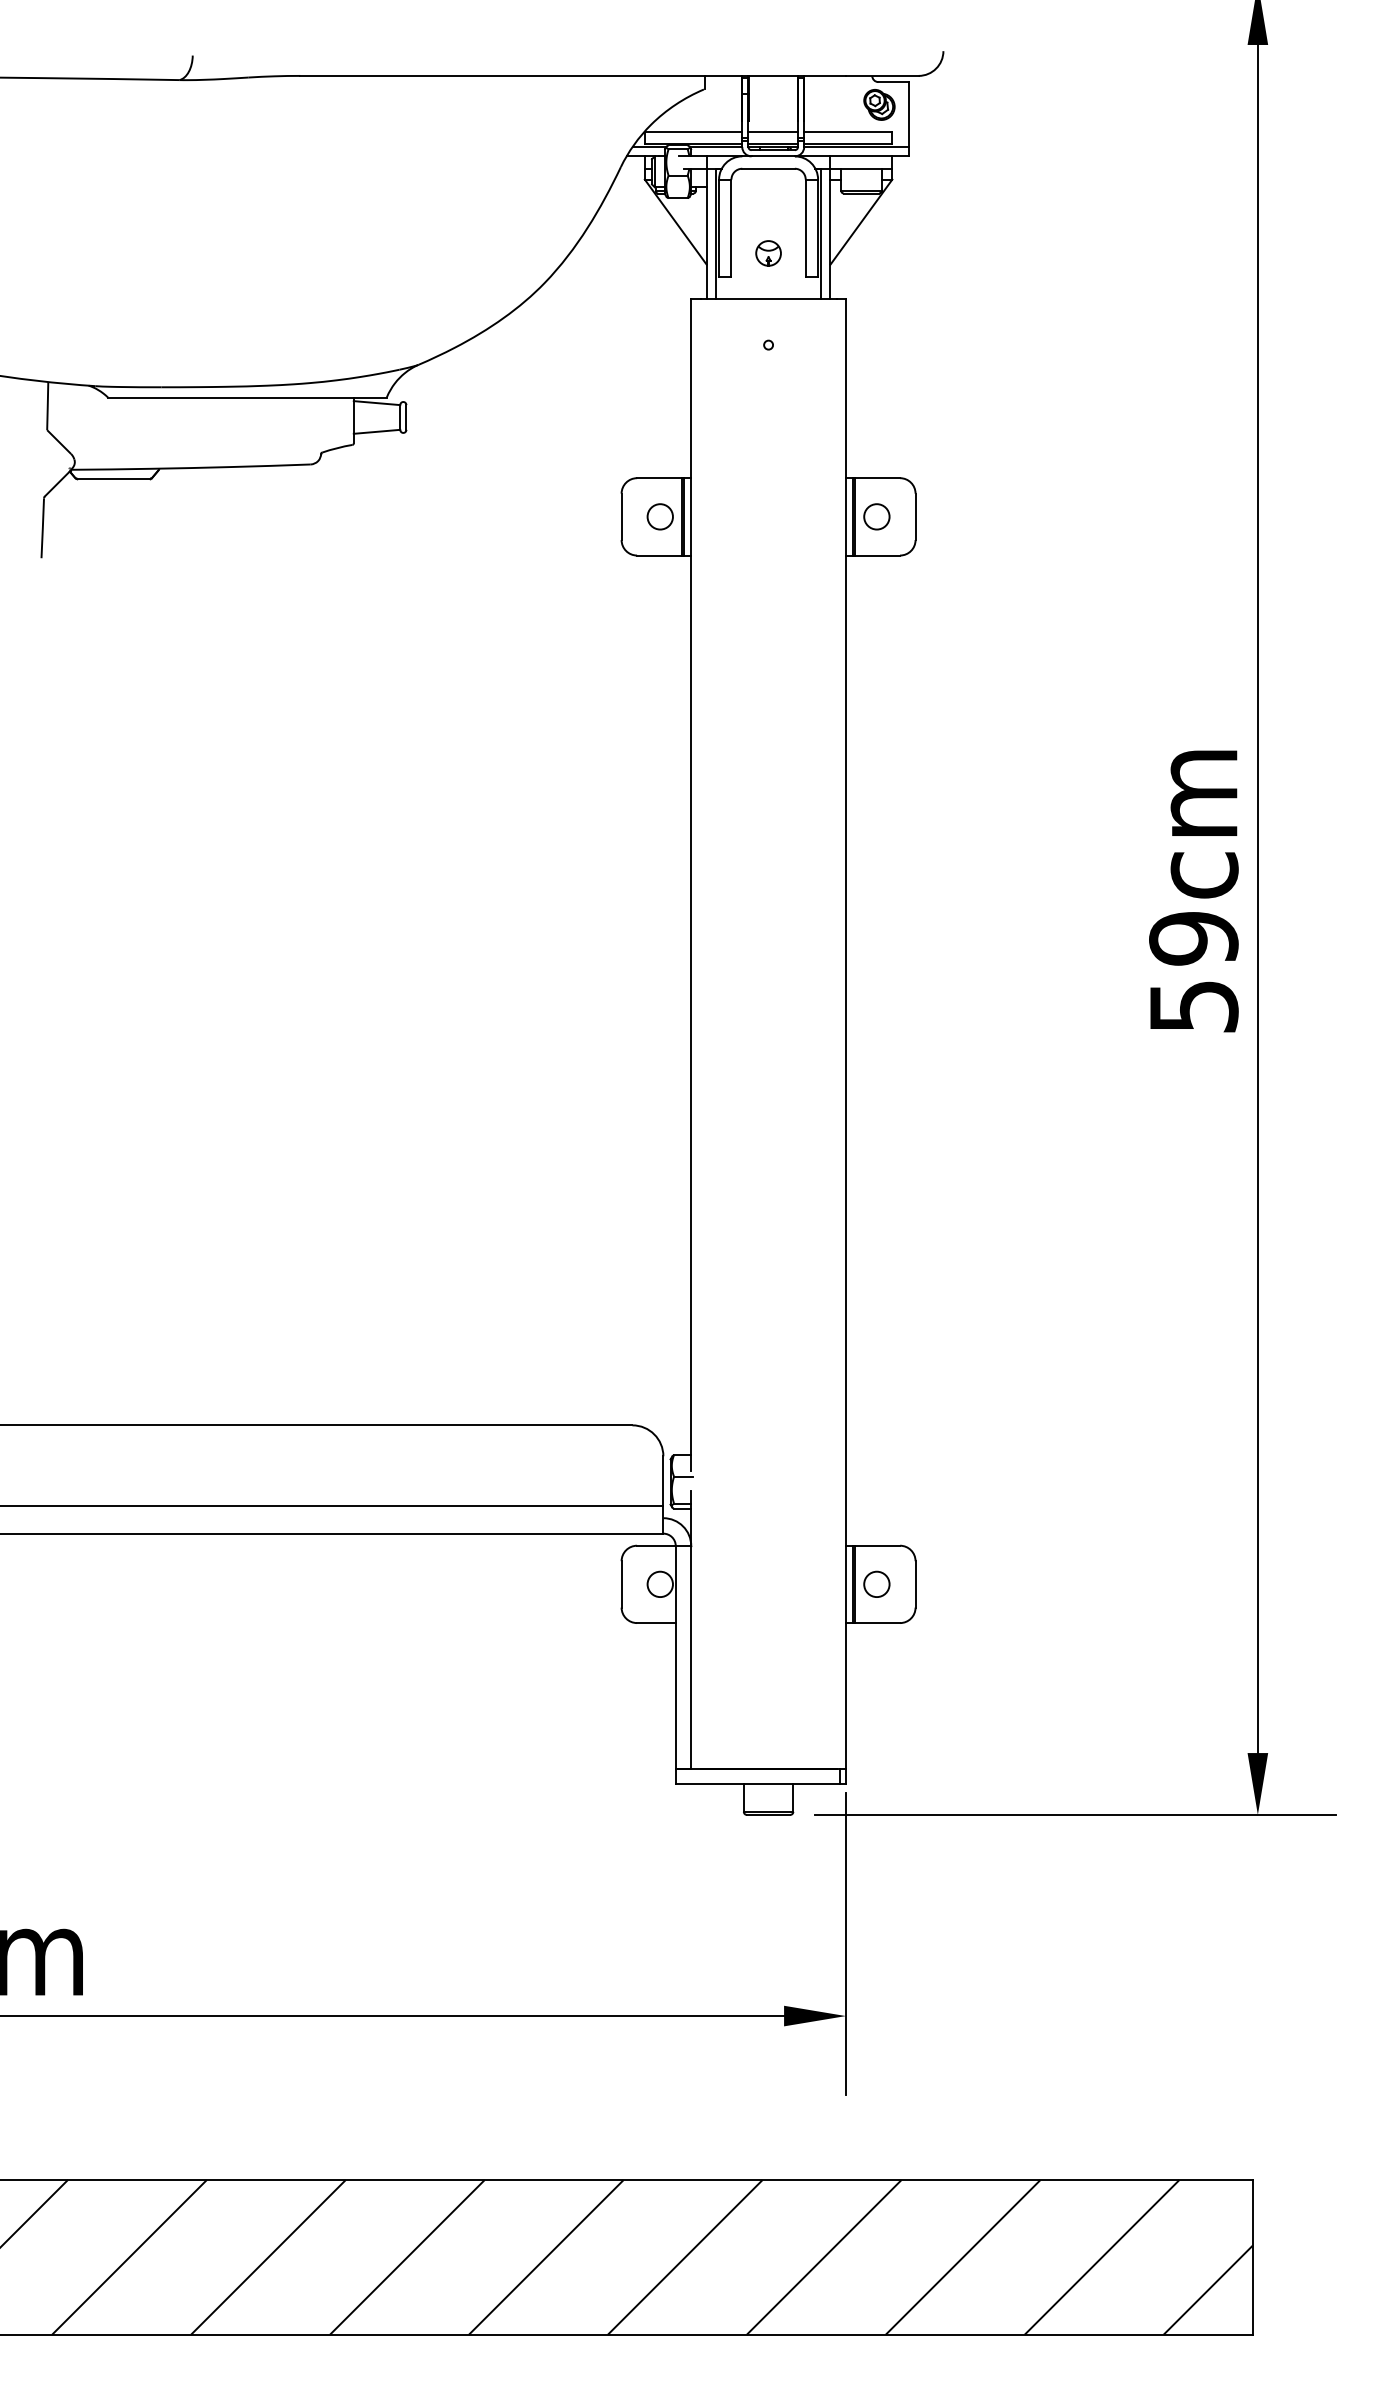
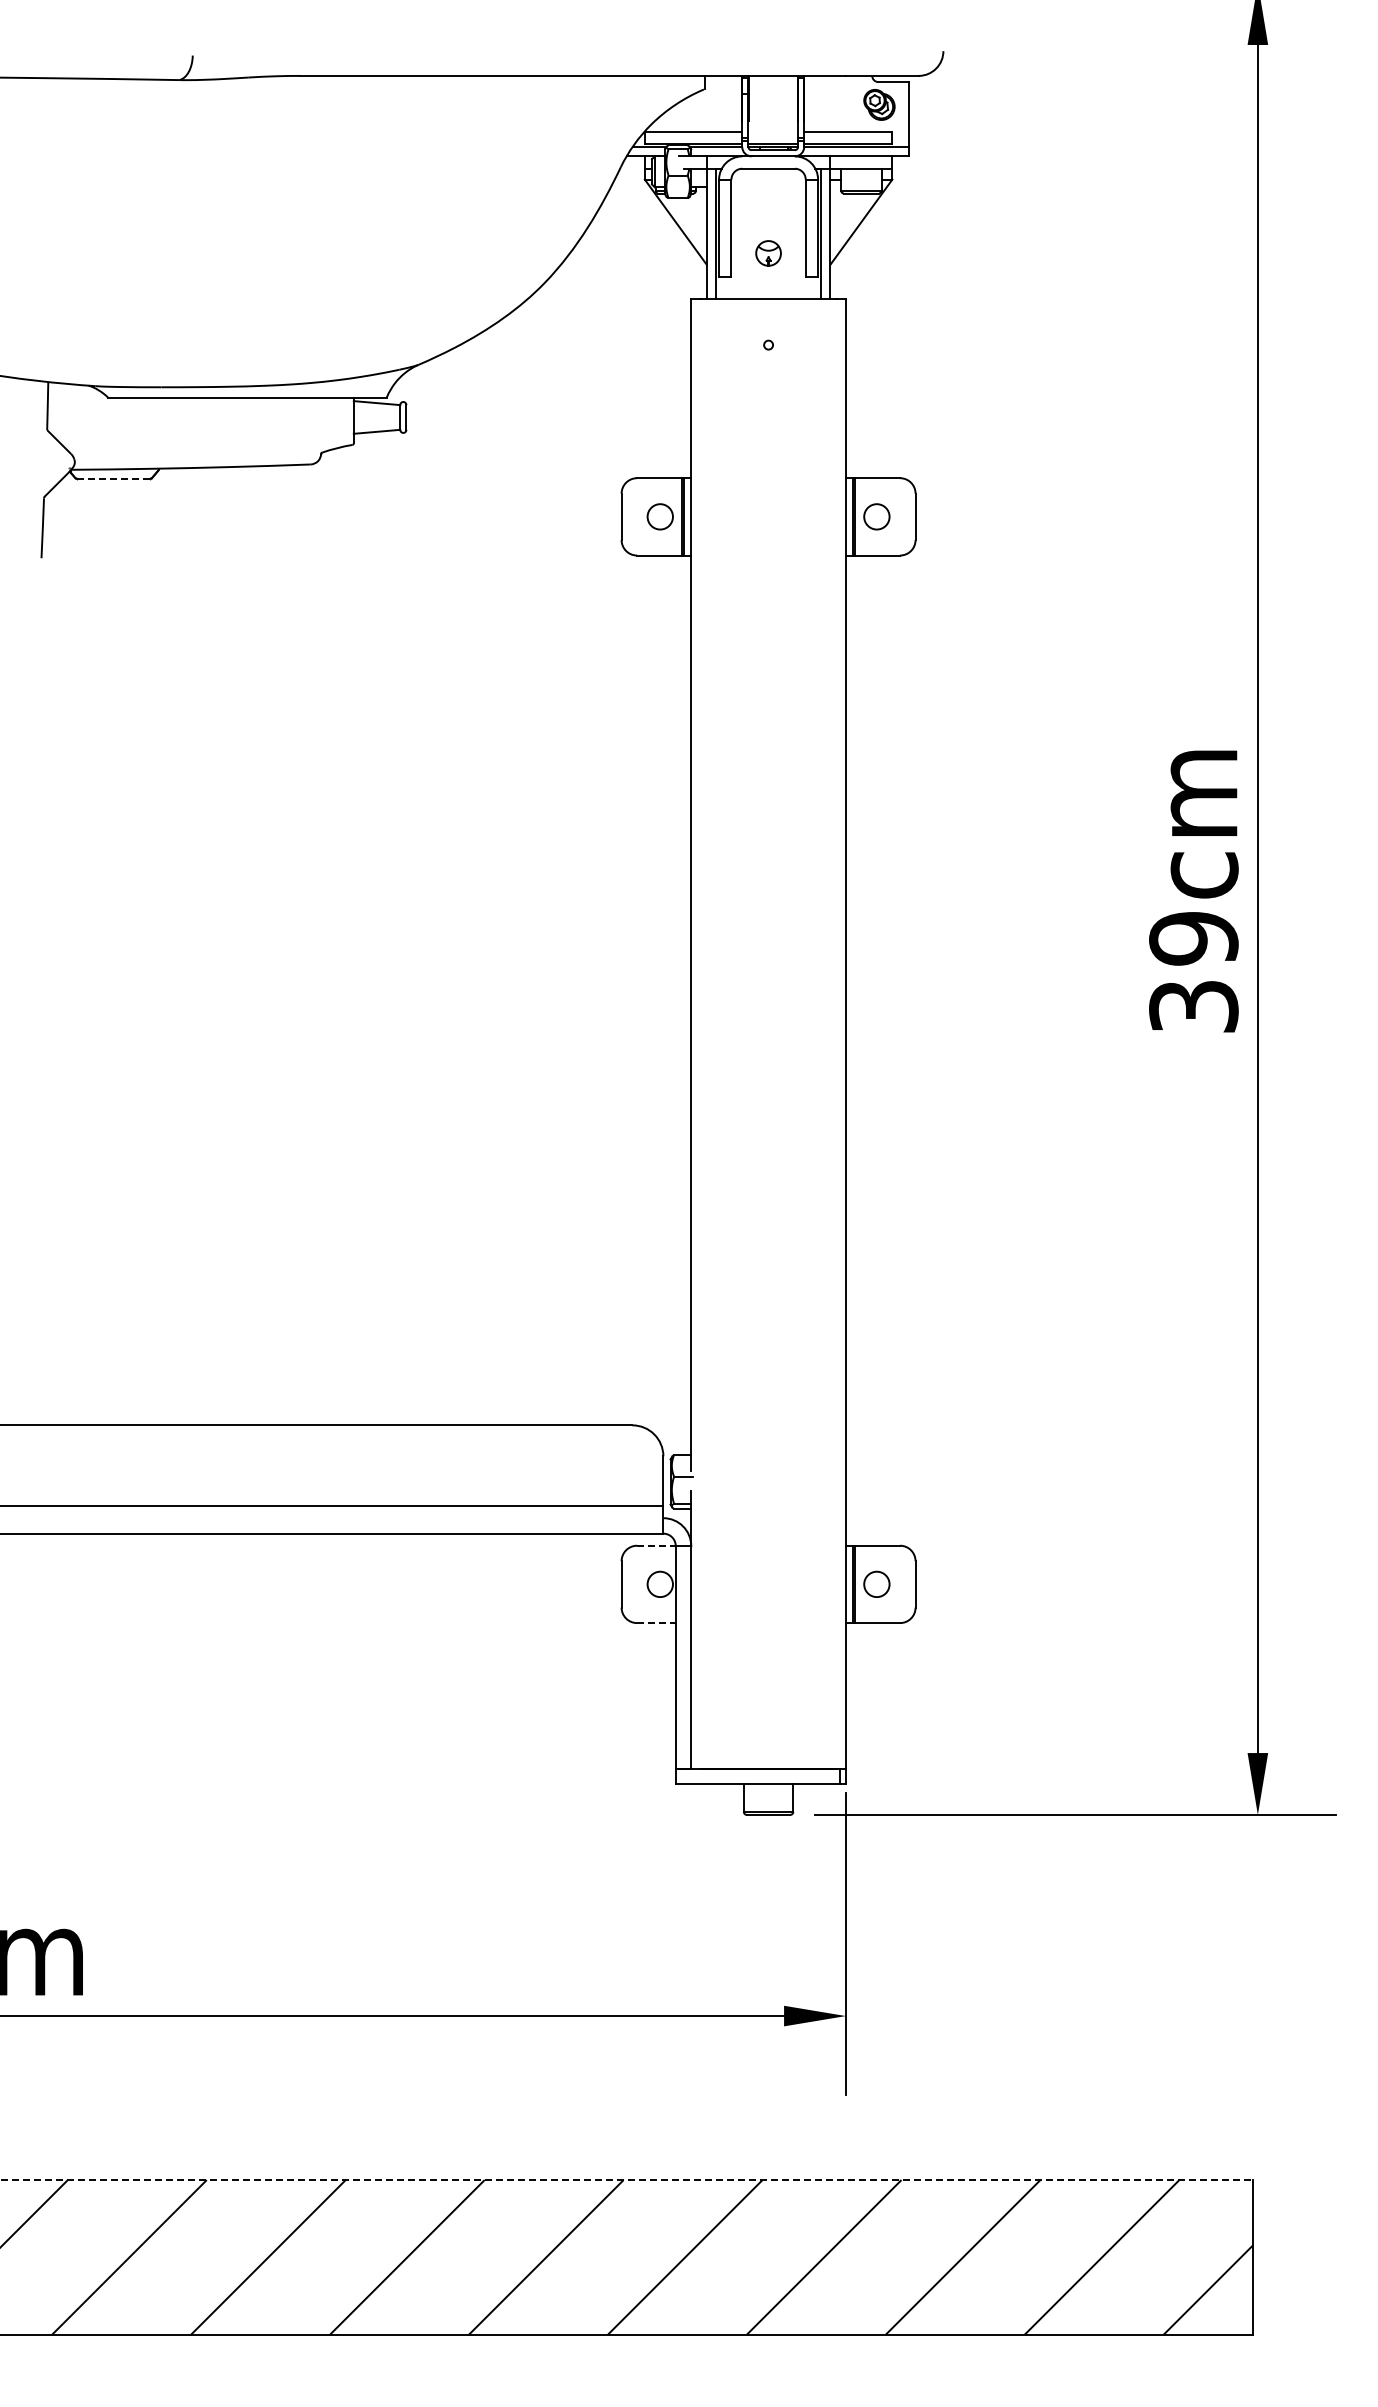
line at (772, 131): present -> none
line at (114, 478): solid -> dashed
text at (1193, 1006): 59cm -> 39cm
line at (656, 1545): solid -> dashed
line at (656, 1623): solid -> dashed
line at (626, 2180): solid -> dashed
